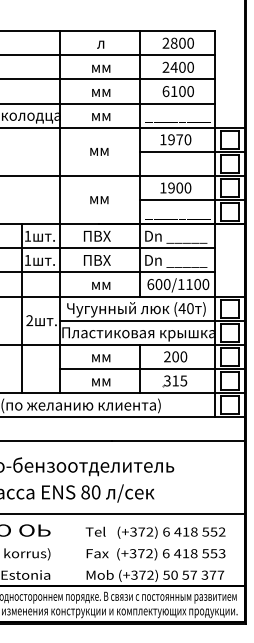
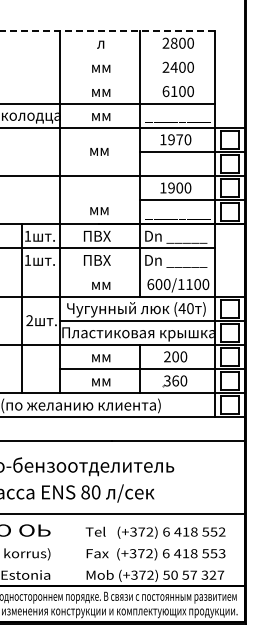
line at (108, 31): solid -> dashed
line at (108, 55): present -> none
line at (108, 79): present -> none
text at (99, 200) position: (99, 200) -> (99, 211)
line at (108, 272): present -> none
text at (179, 380): 315 -> 360
text at (212, 574): 377 -> 327
